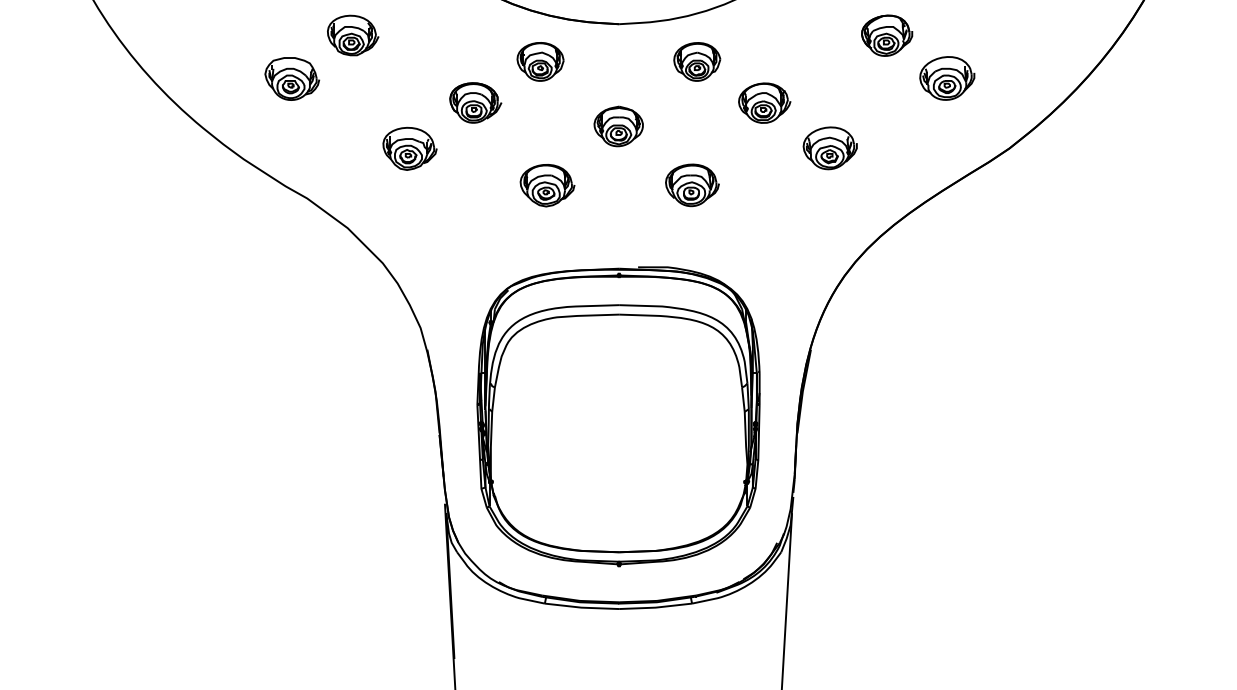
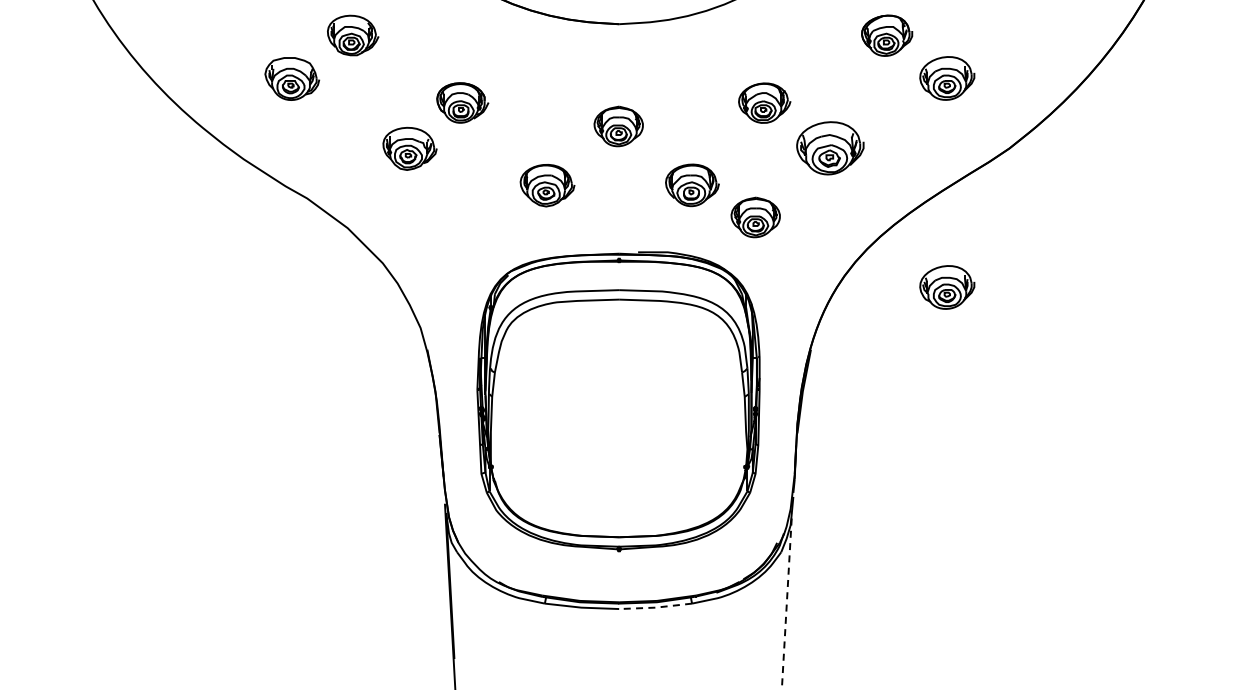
part at (540, 61): present -> none
part at (697, 61): present -> none
part at (475, 102) position: (475, 102) -> (462, 102)
part at (829, 148) size: 56x45 px -> 69x55 px
part at (755, 217): none -> present
part at (947, 287): none -> present
part at (618, 416) position: (618, 416) -> (618, 401)
line at (786, 600): solid -> dashed
line at (655, 607): solid -> dashed
